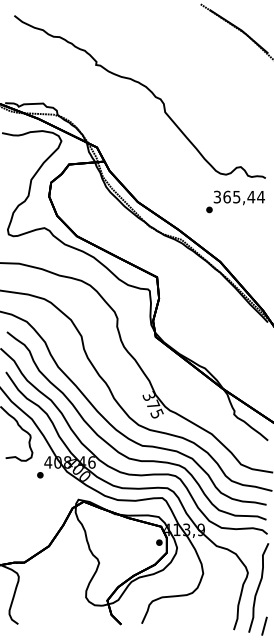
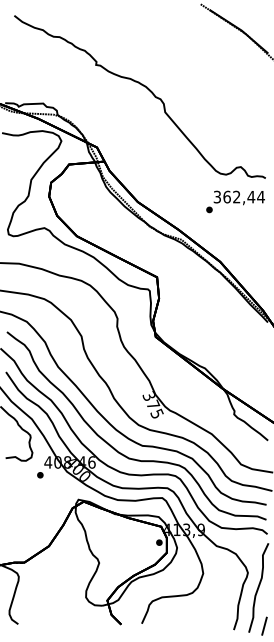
text at (236, 196): 365,44 -> 362,44
